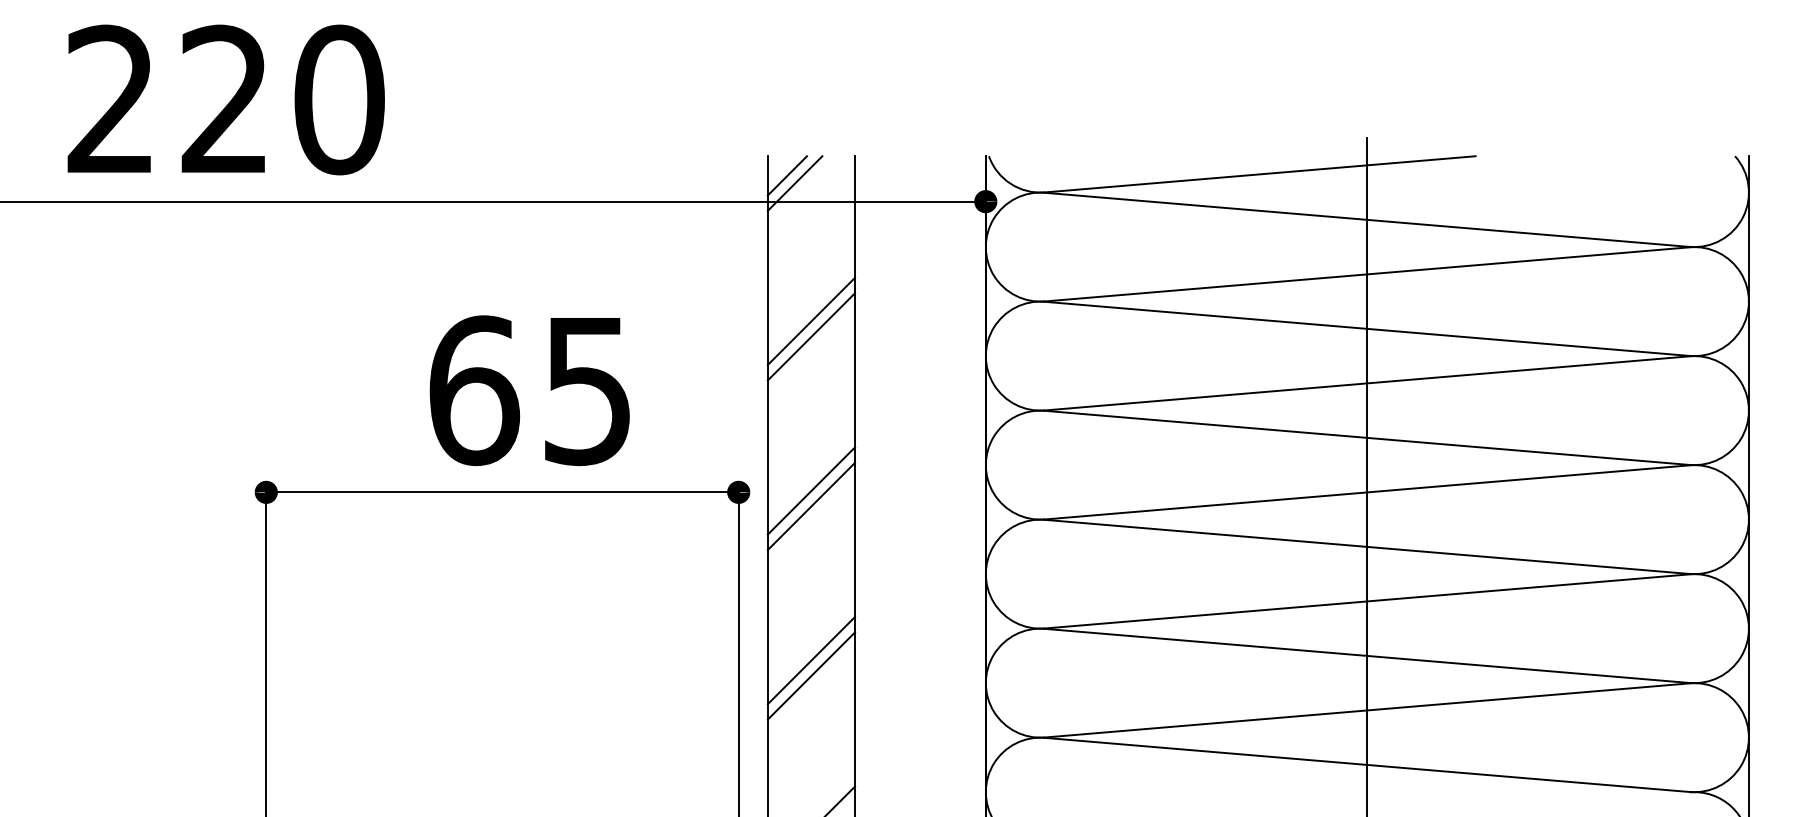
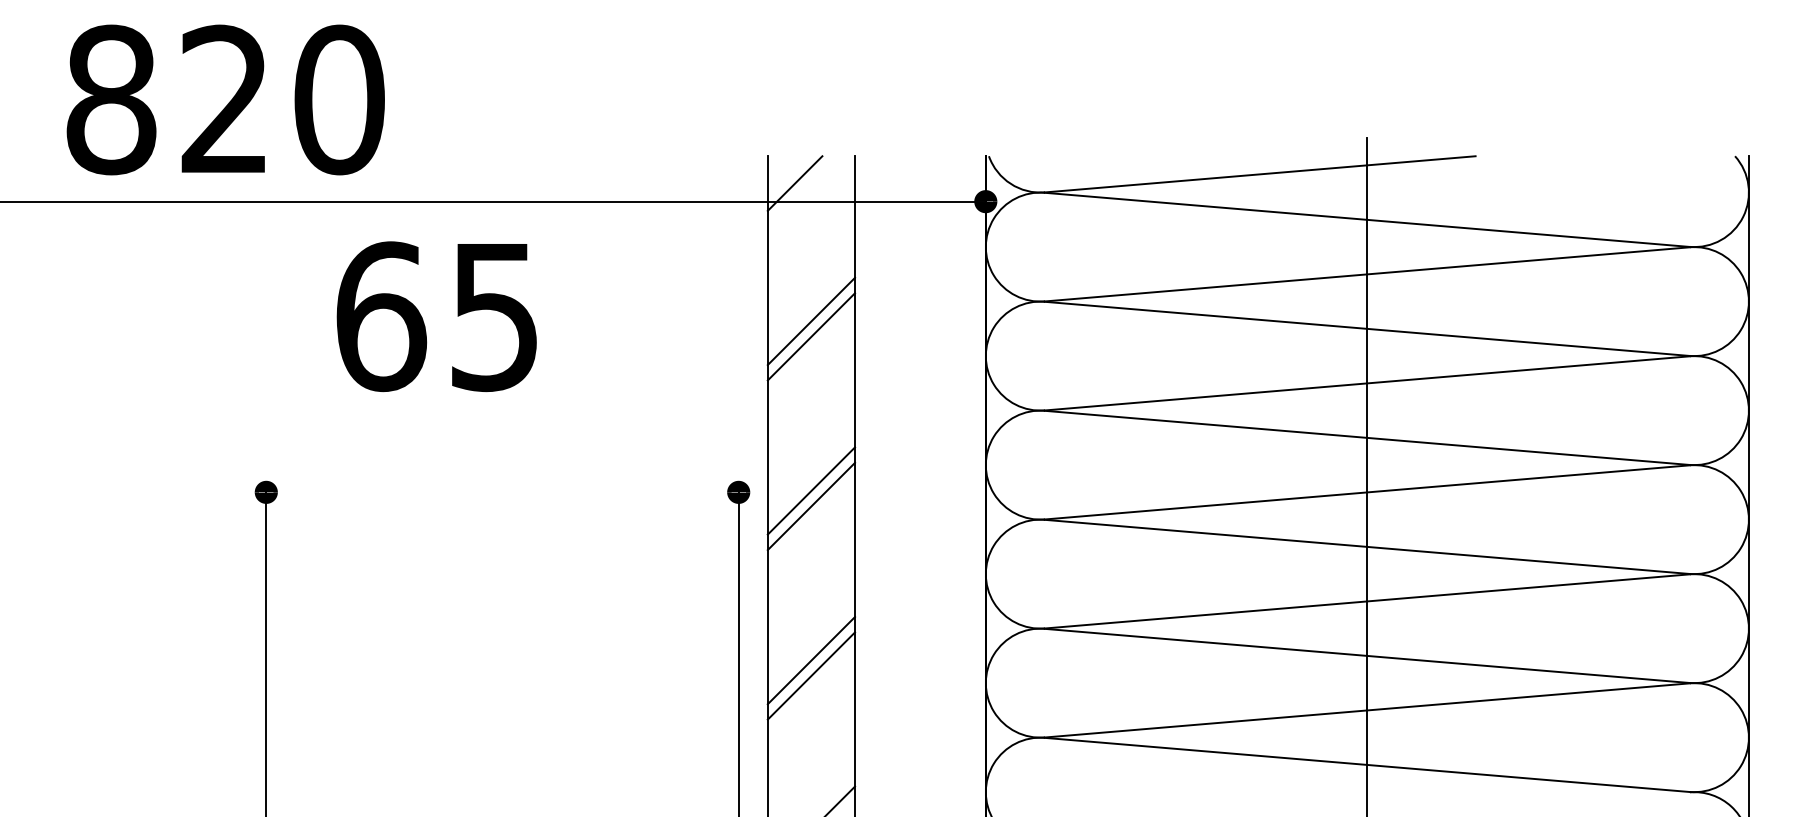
text at (111, 99): 220 -> 820
line at (786, 175): present -> none
text at (529, 390) position: (529, 390) -> (436, 316)
line at (502, 492): present -> none
